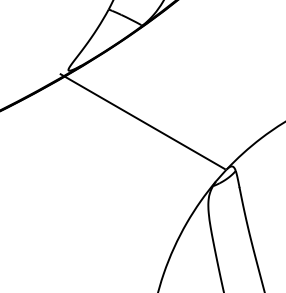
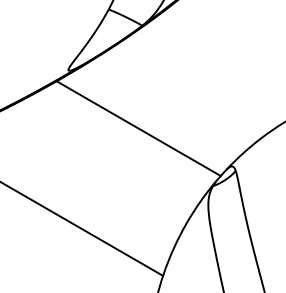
line at (142, 121) position: (142, 121) -> (138, 128)
line at (82, 229): none -> present
